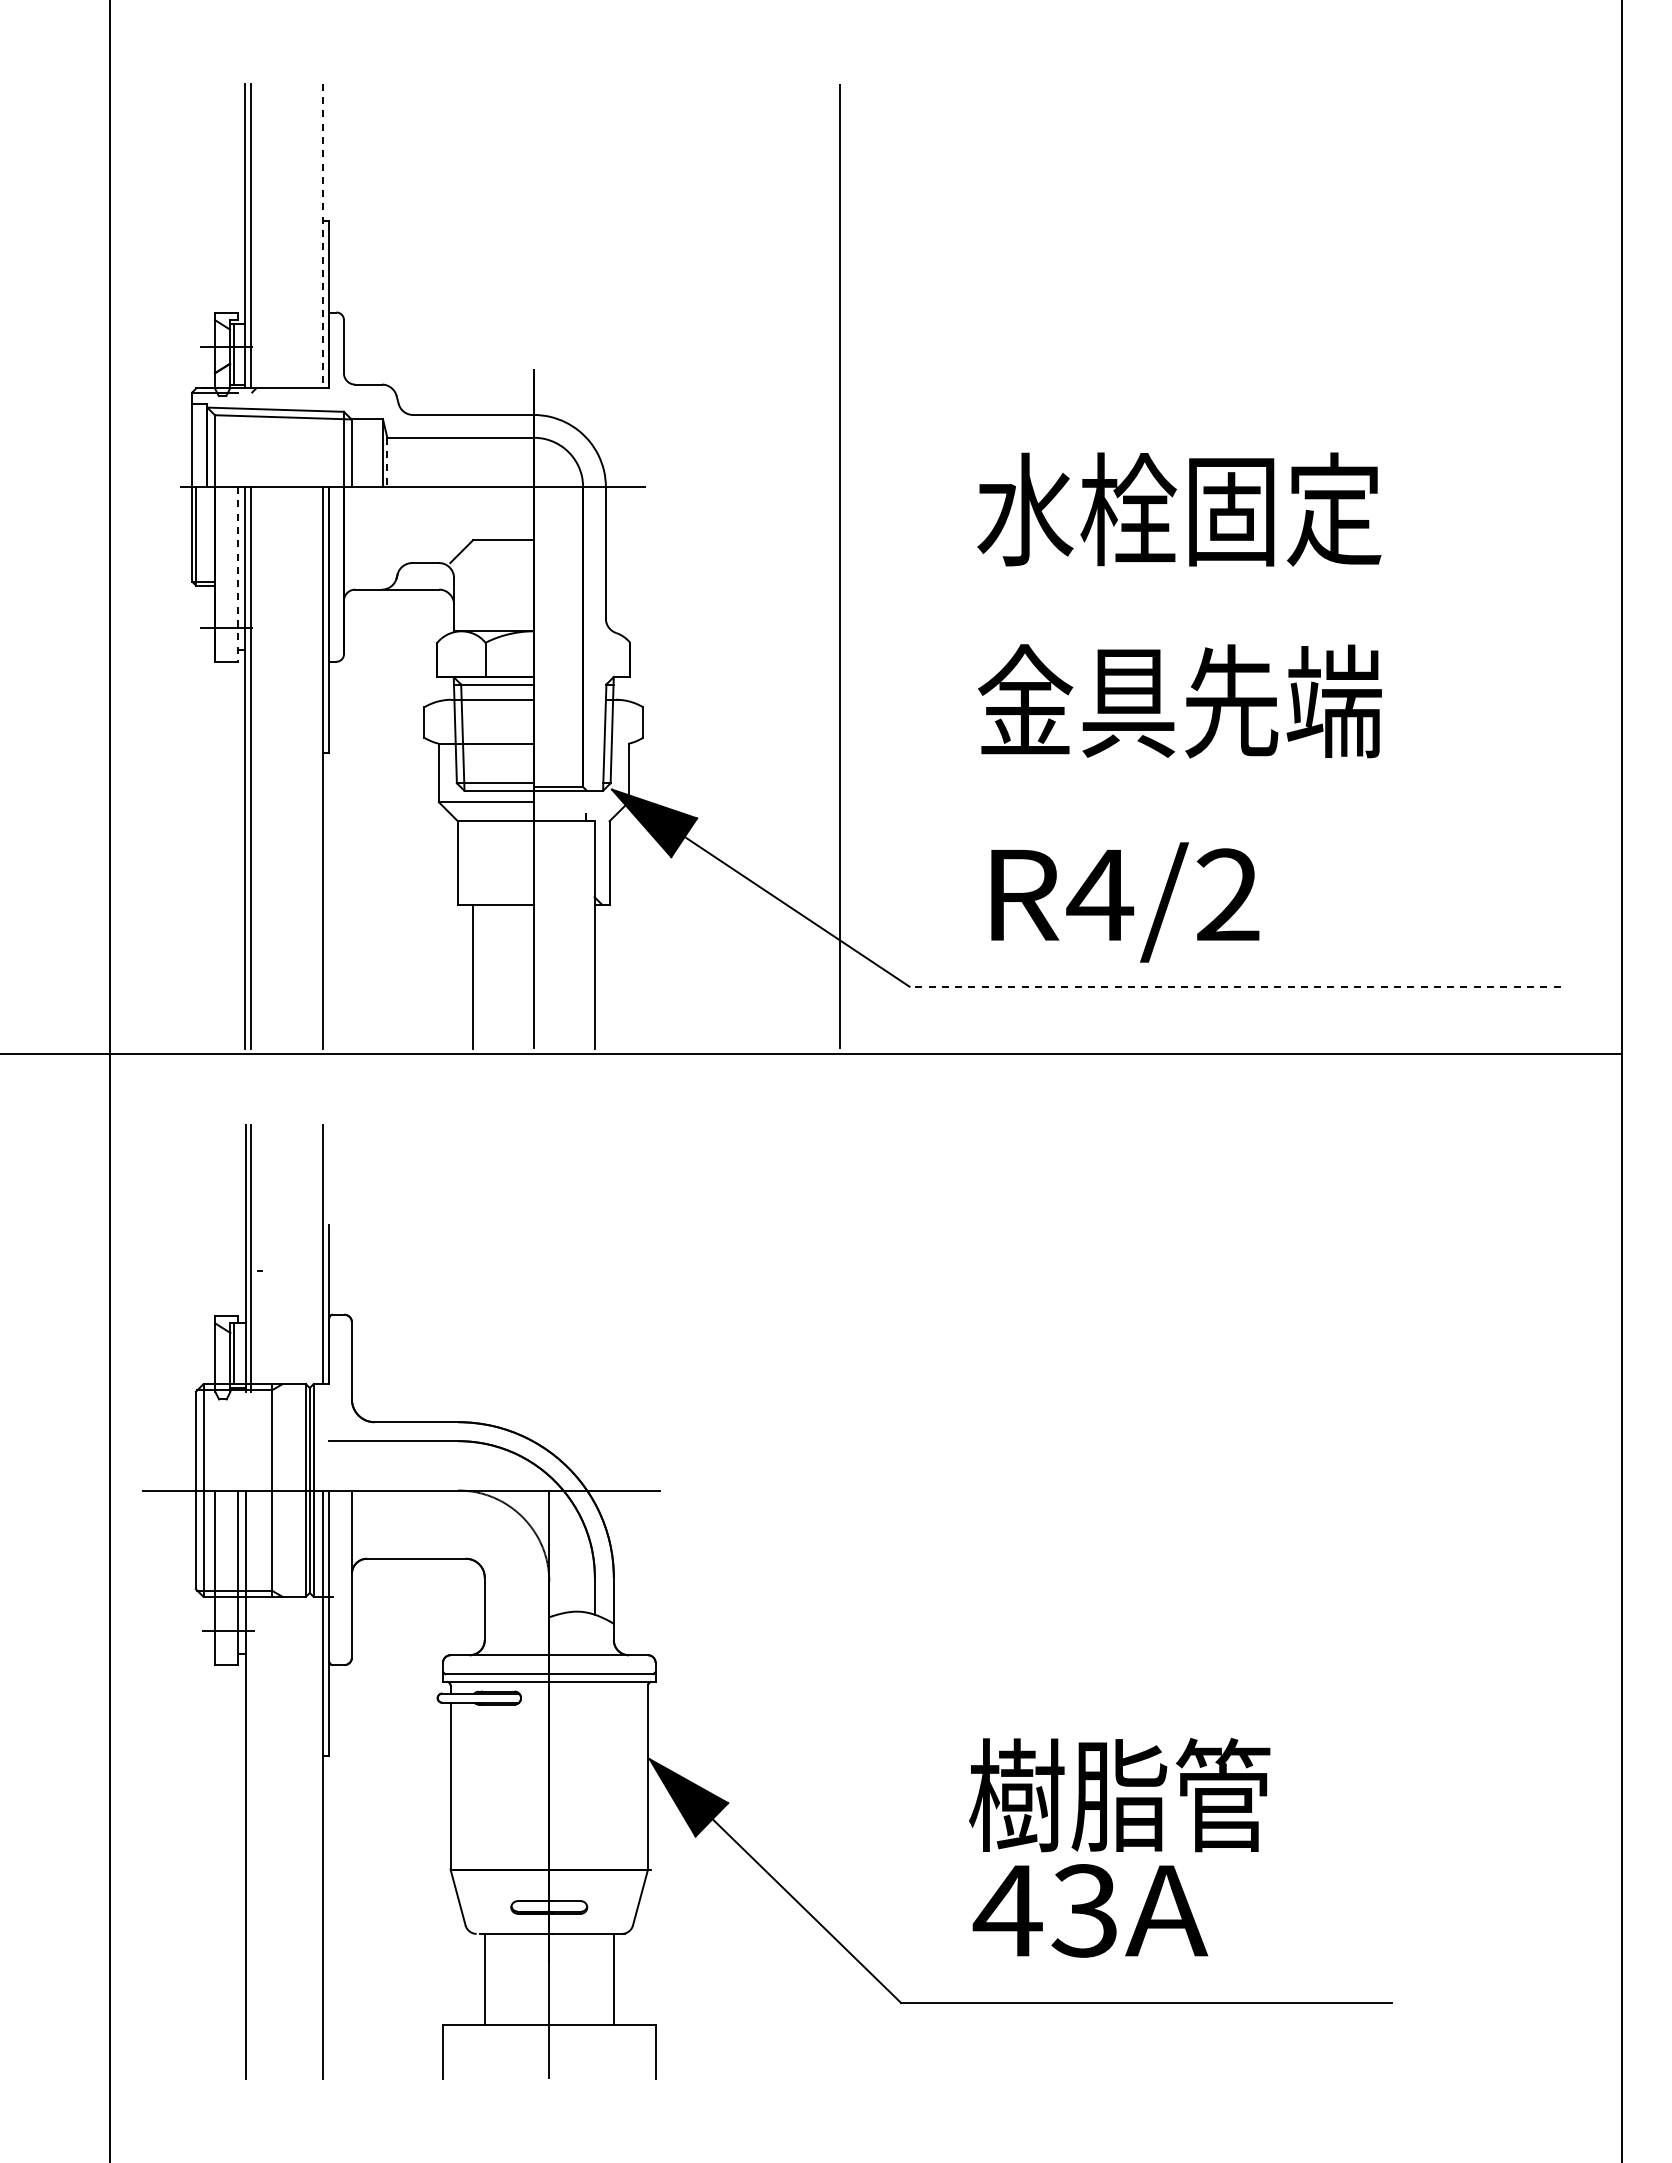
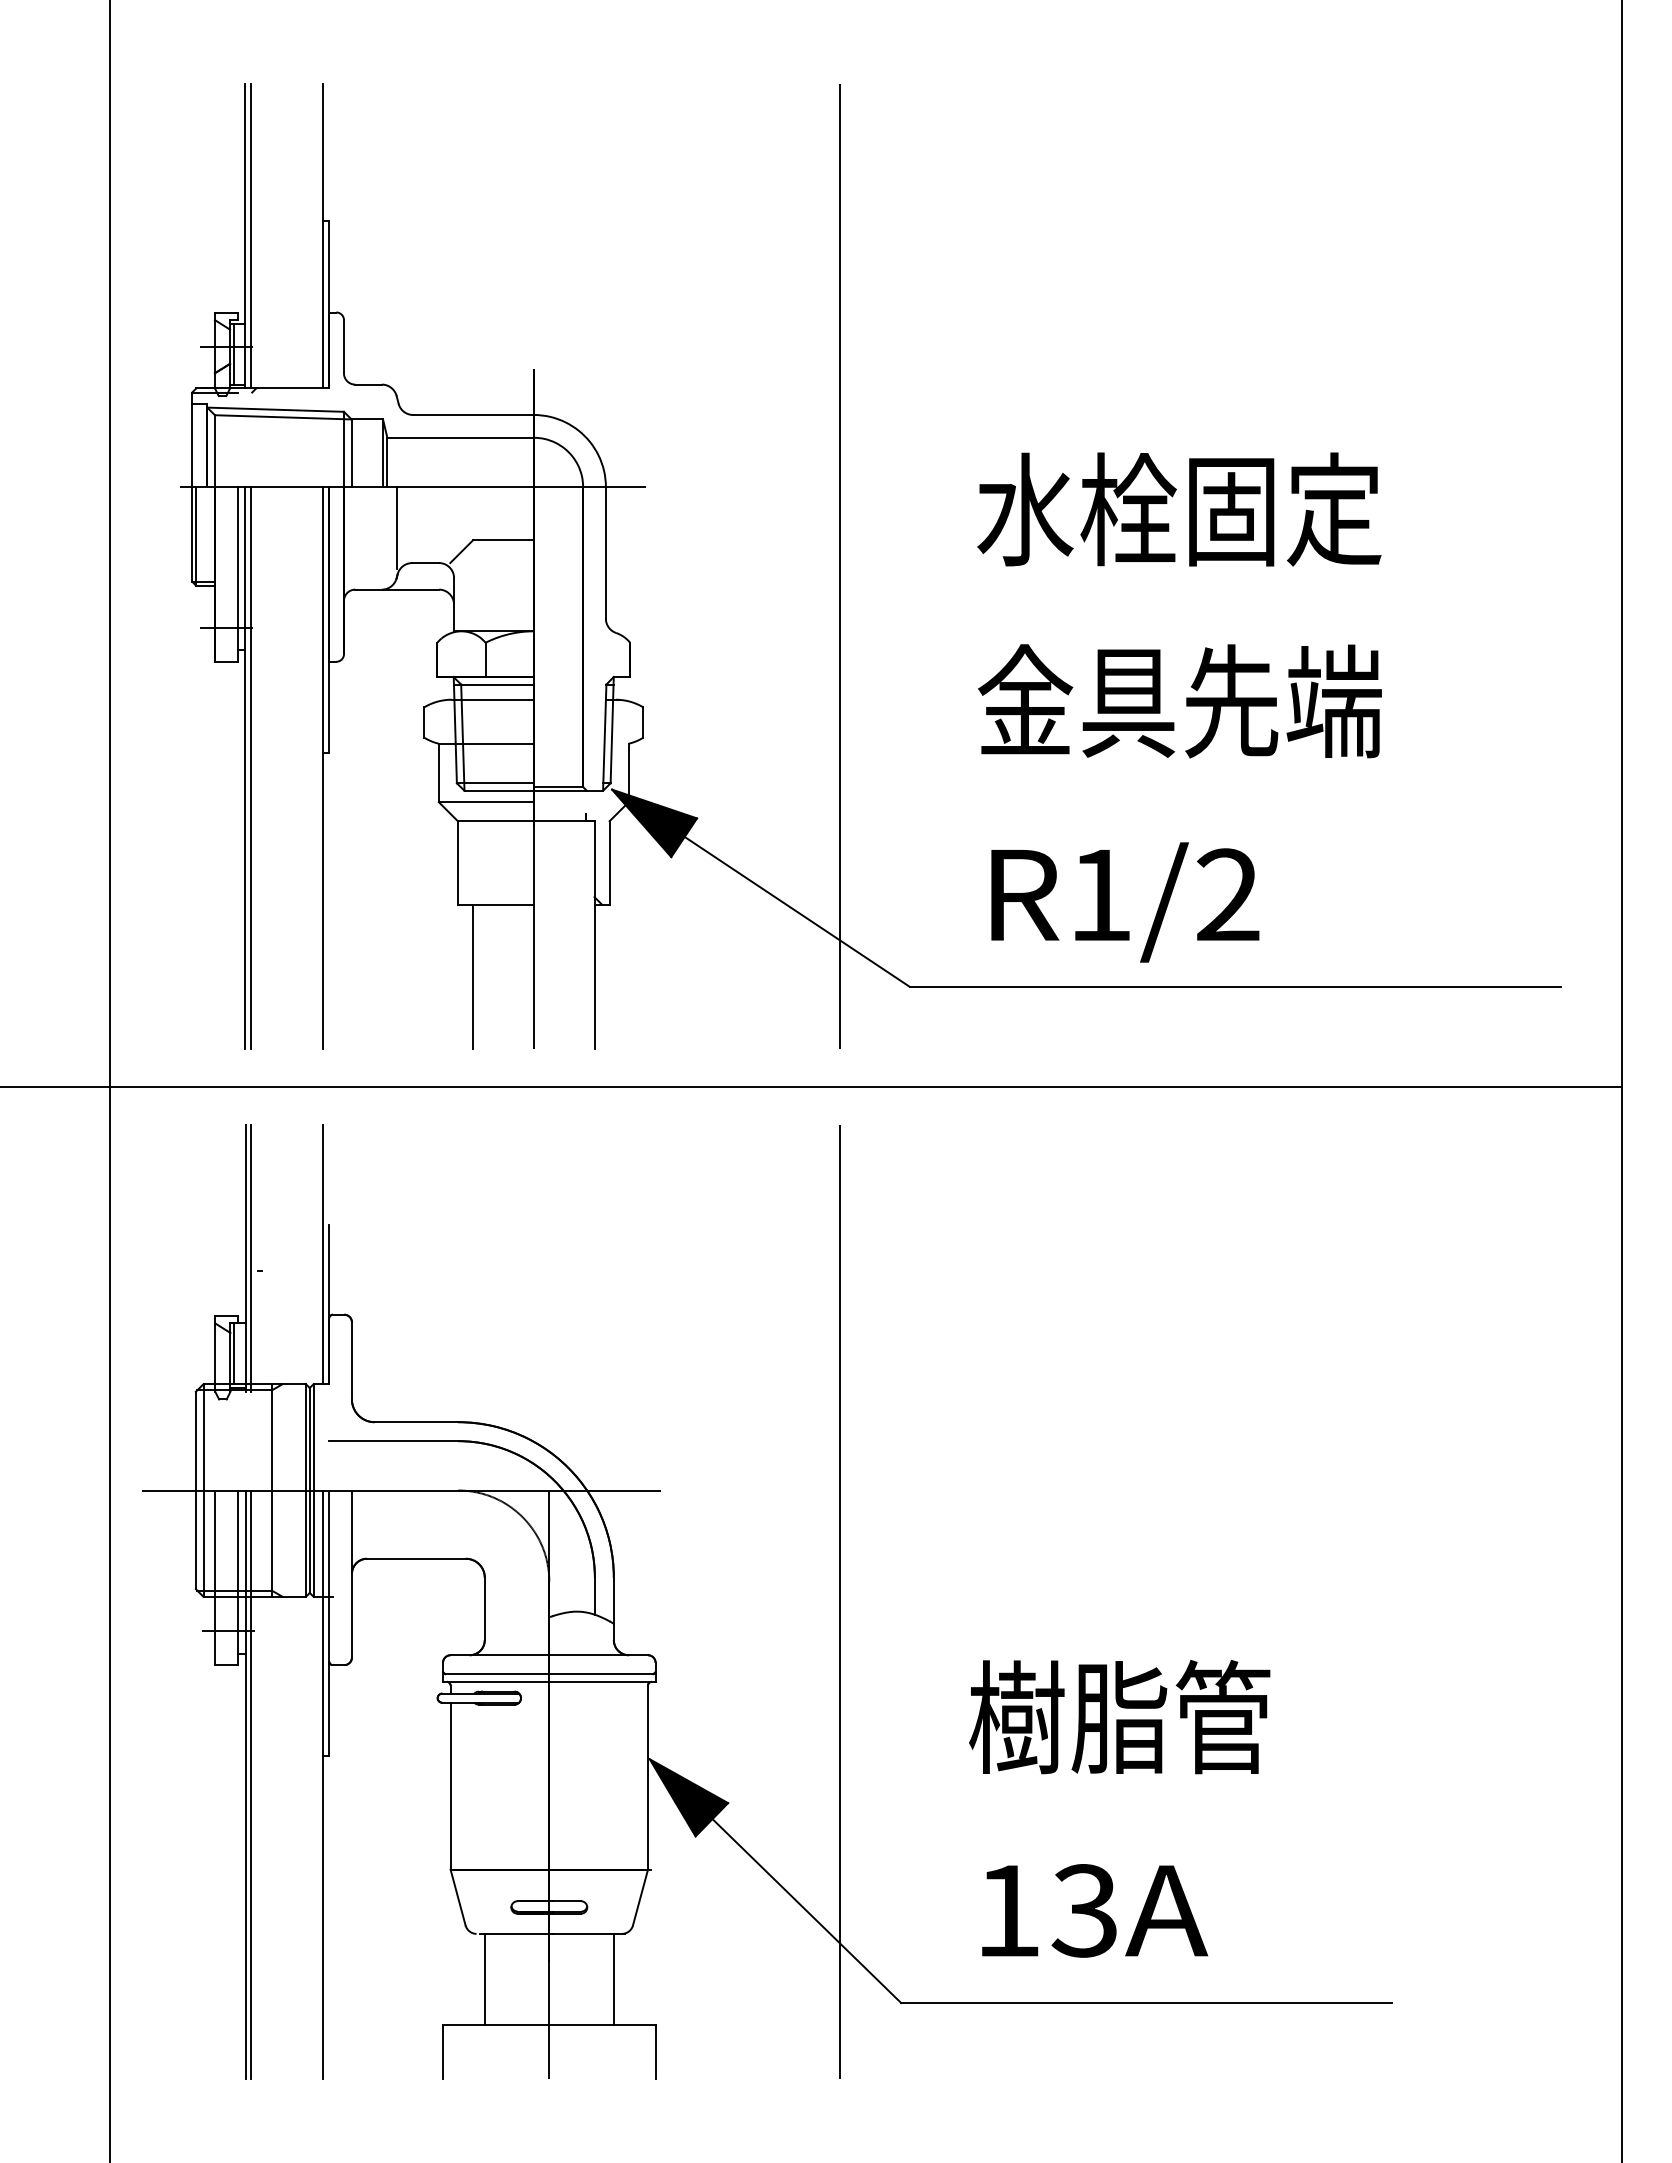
line at (322, 236): dashed -> solid
line at (387, 462): dashed -> solid
line at (397, 527): none -> present
line at (237, 574): dashed -> solid
text at (1100, 894): R4/2 -> R1/2
line at (1234, 986): dashed -> solid
line at (811, 1054) position: (811, 1054) -> (811, 1087)
line at (840, 1601): none -> present
line at (250, 1784): none -> present
text at (1119, 1794) position: (1119, 1794) -> (1119, 1716)
text at (1007, 1910): 43A -> 13A
